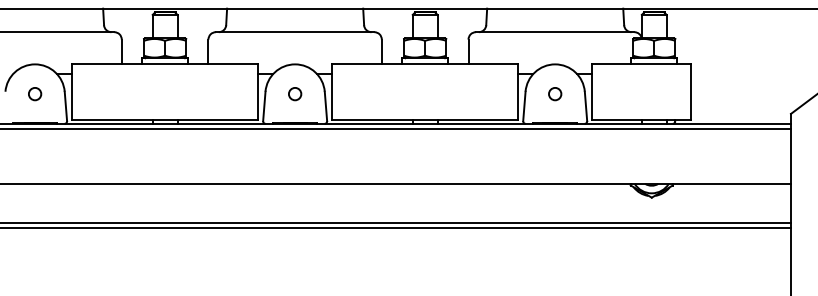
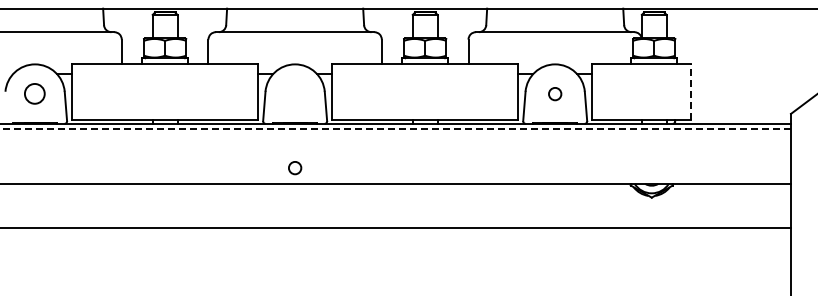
line at (691, 92): solid -> dashed
circle at (35, 94) size: 15x15 px -> 22x22 px
circle at (295, 94) position: (295, 94) -> (295, 168)
line at (395, 129): solid -> dashed
line at (396, 222): present -> none
